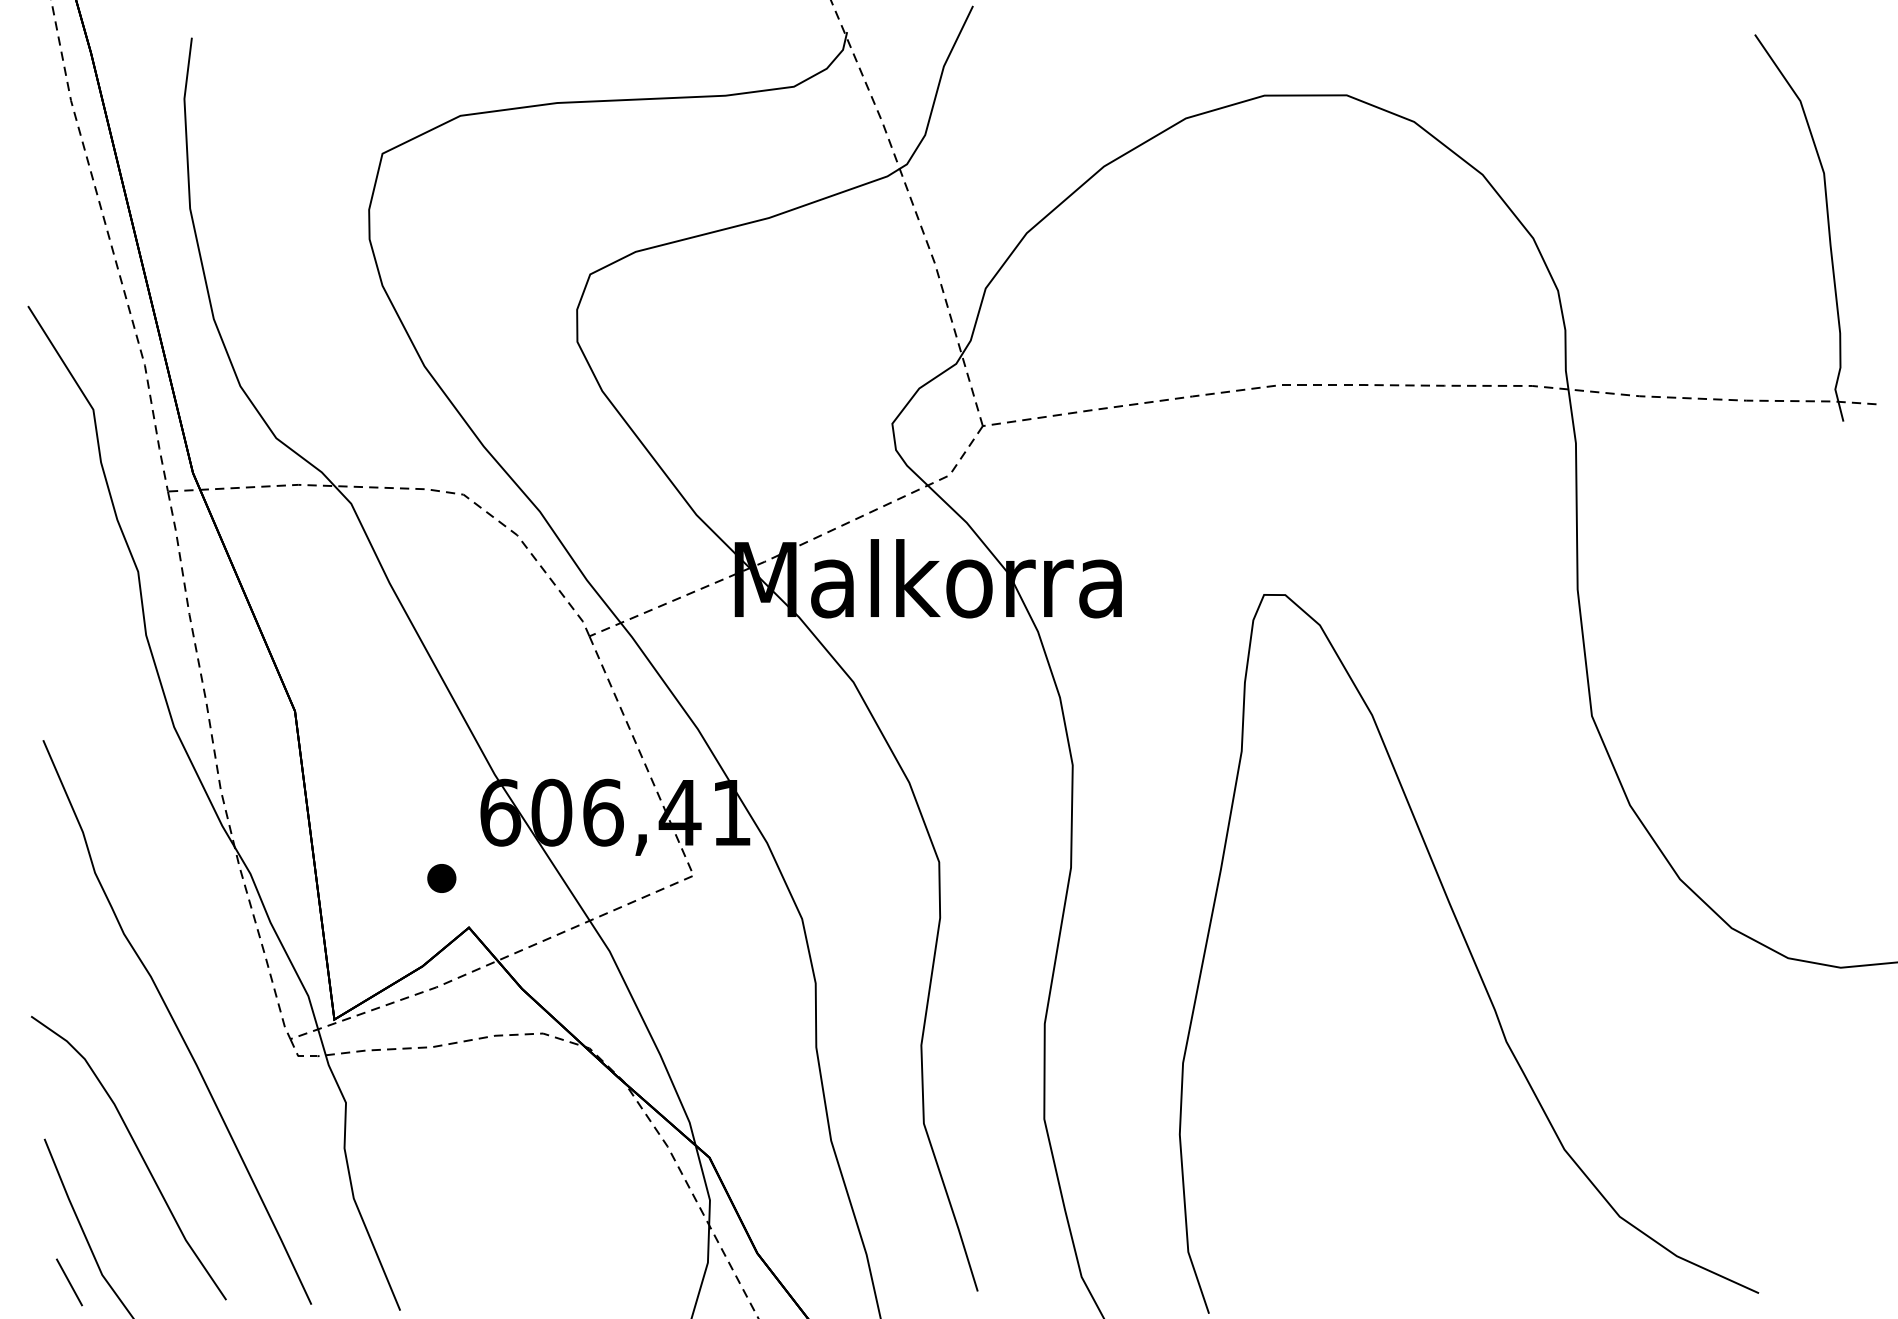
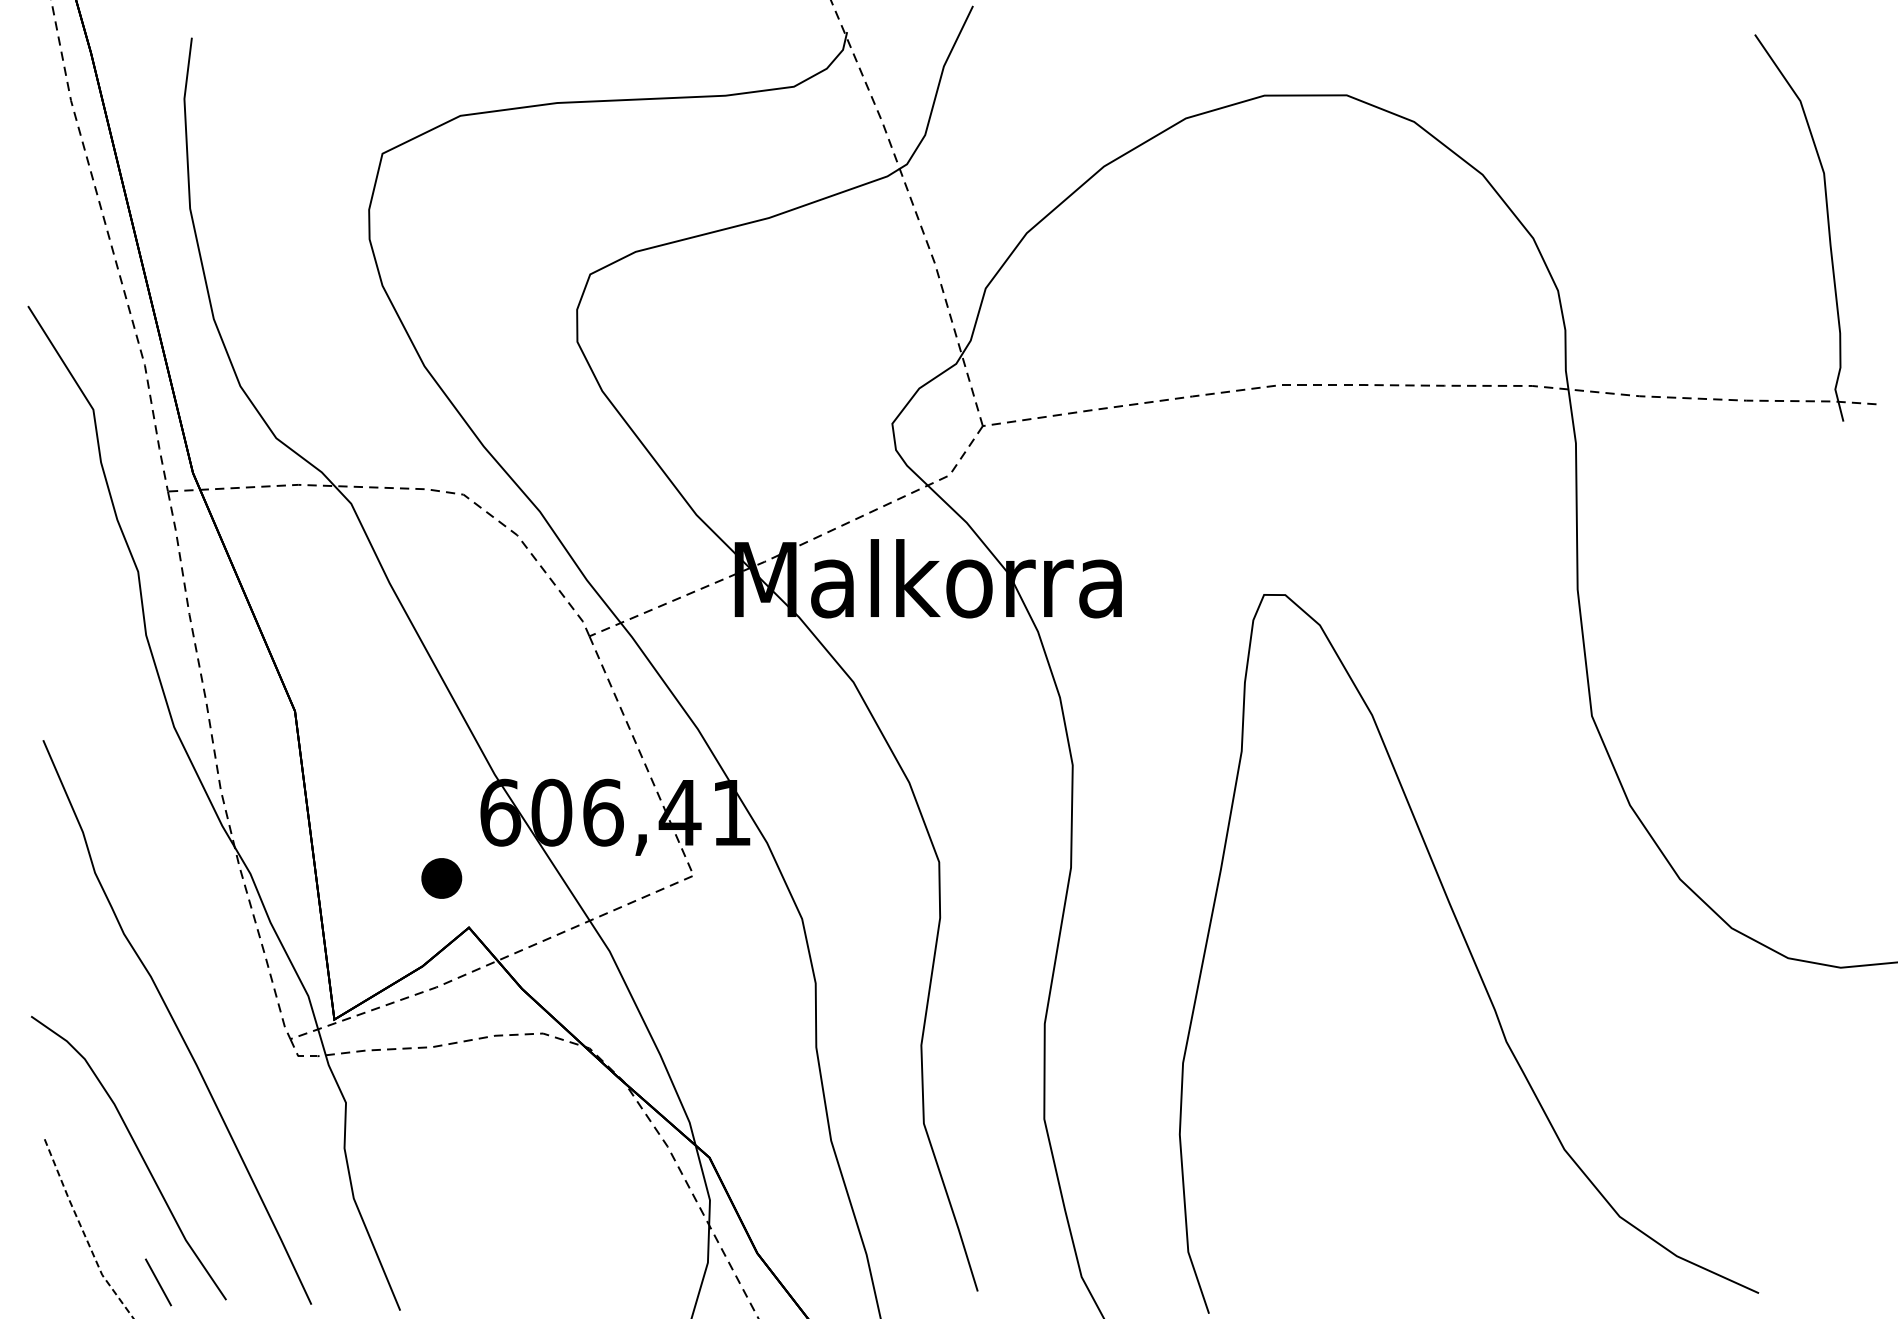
part at (441, 878) size: 30x29 px -> 42x41 px
line at (83, 1231): solid -> dashed
line at (69, 1282) position: (69, 1282) -> (158, 1282)
